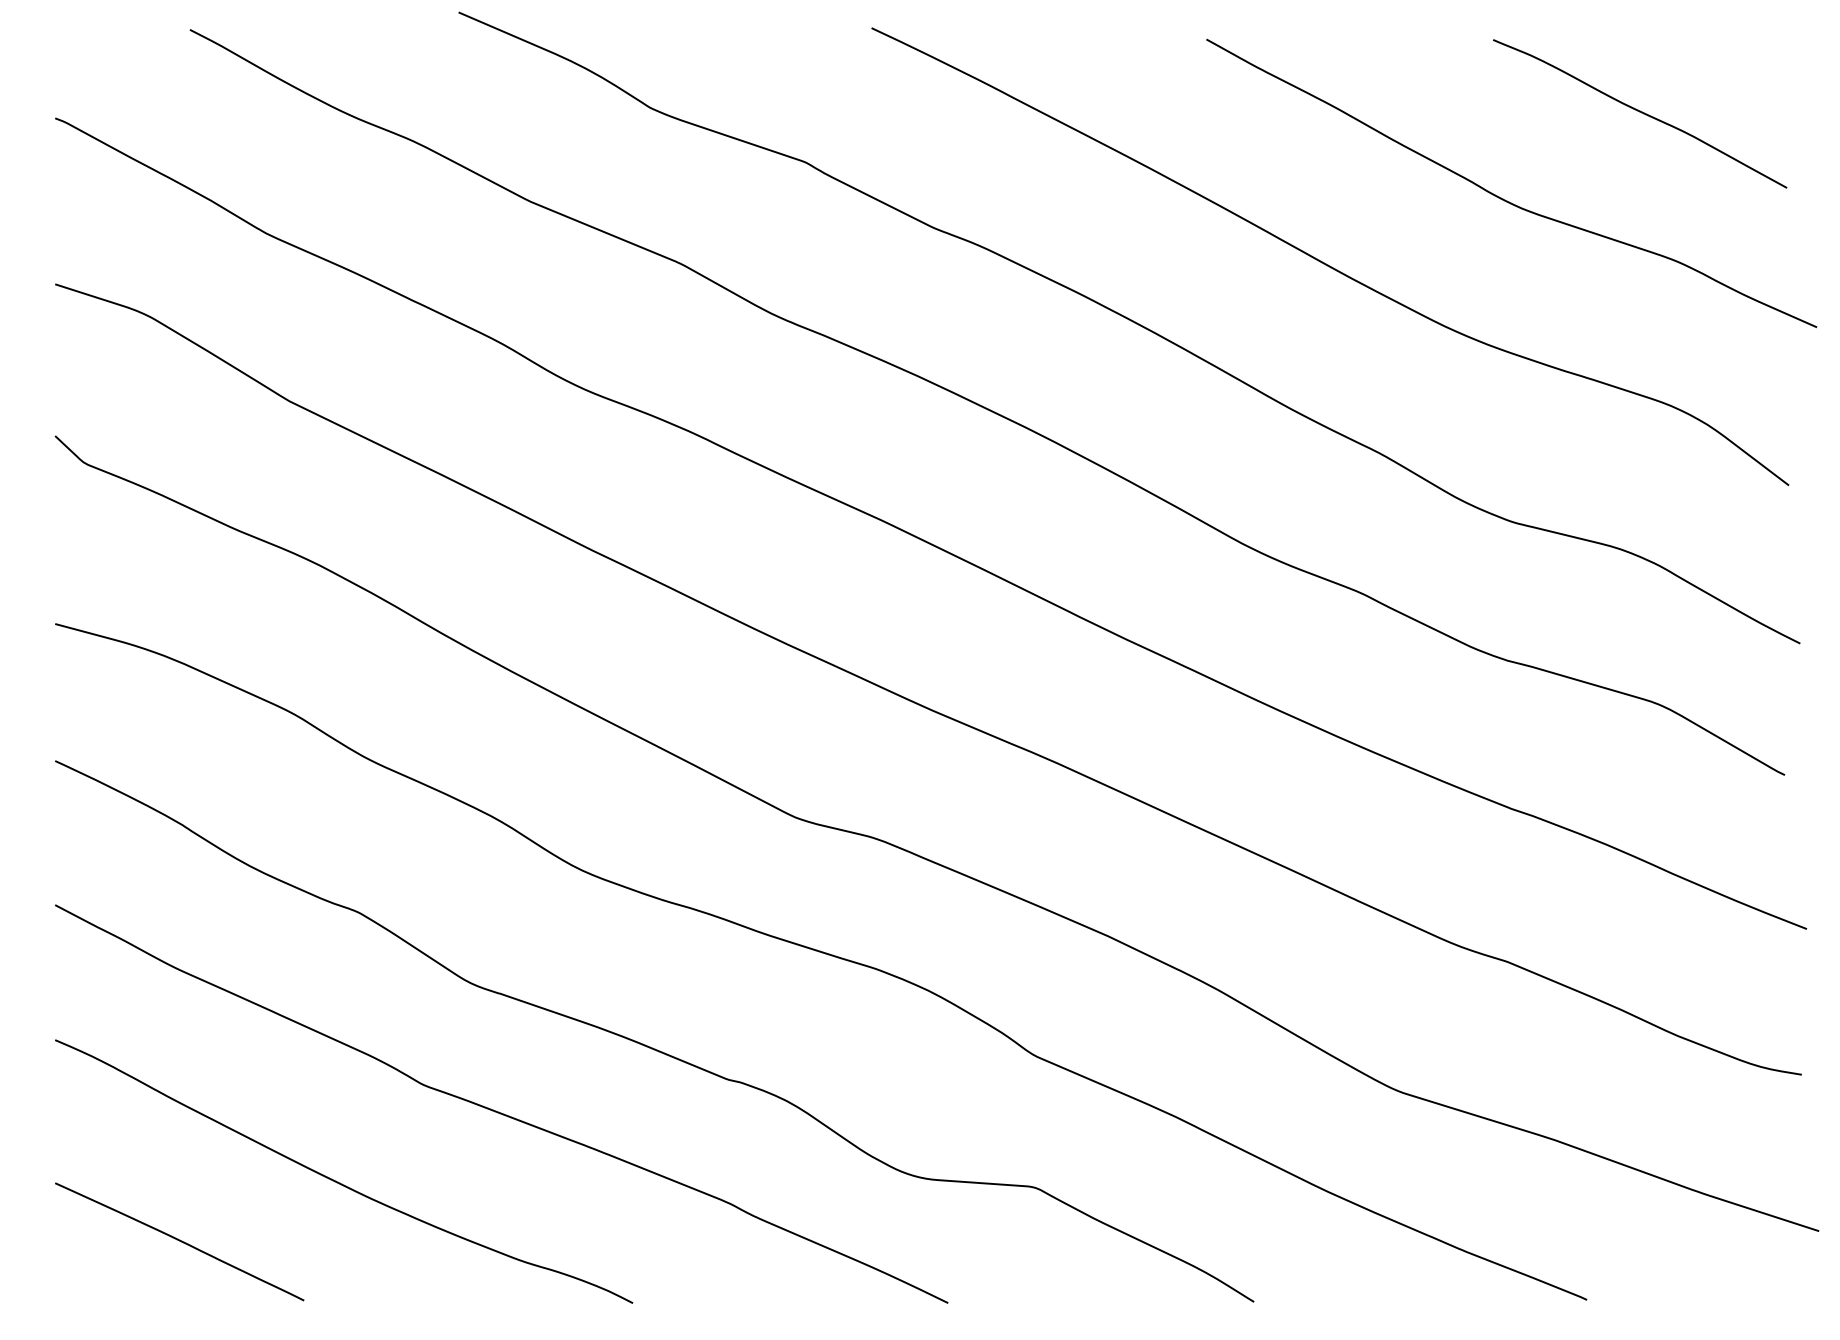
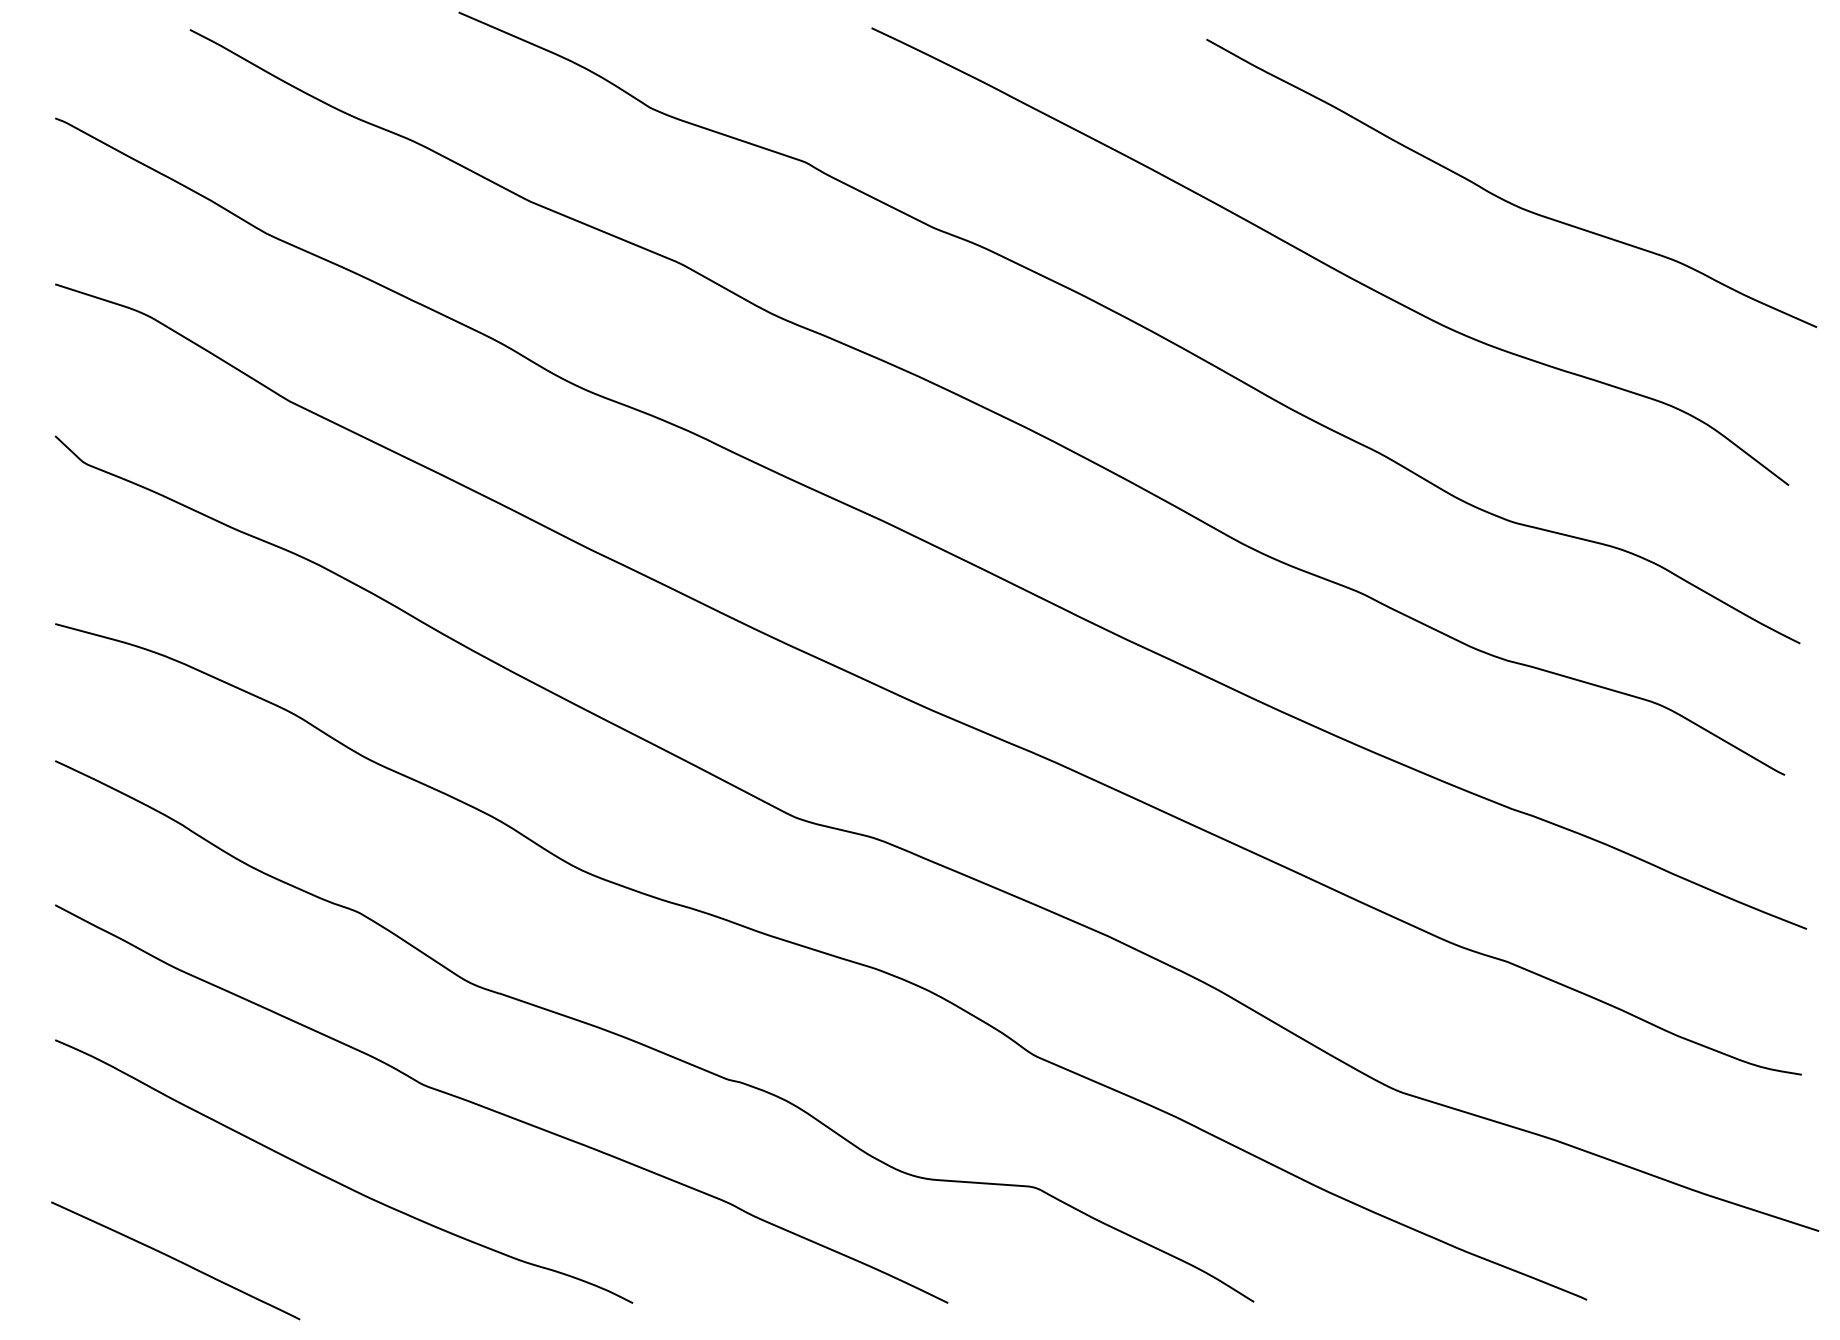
curve at (1640, 112): present -> none
curve at (179, 1241) position: (179, 1241) -> (175, 1260)
